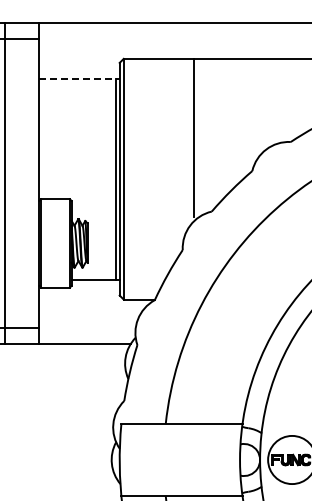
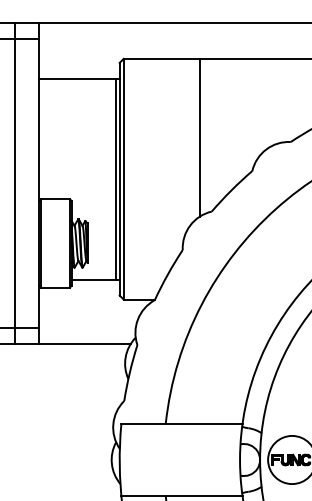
line at (80, 78): dashed -> solid
line at (193, 137) position: (193, 137) -> (199, 137)
line at (5, 182) position: (5, 182) -> (15, 182)
